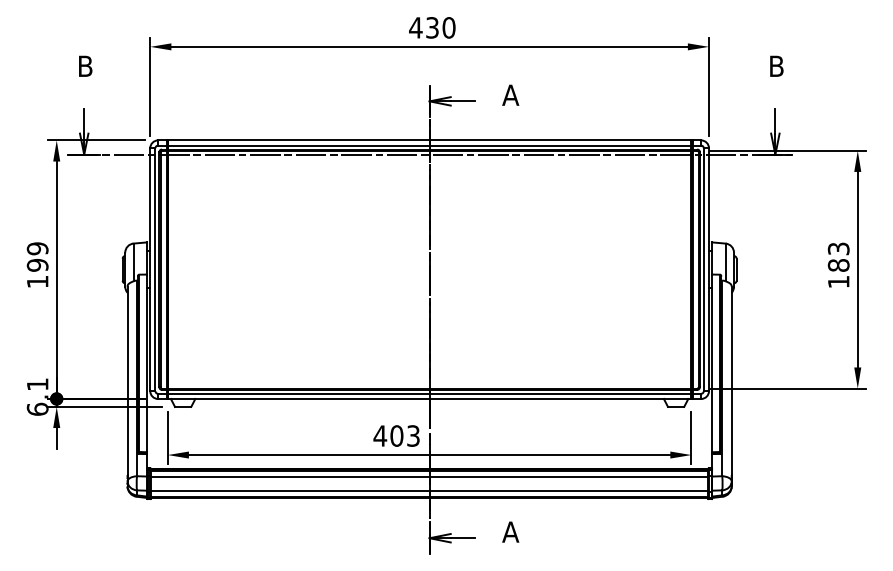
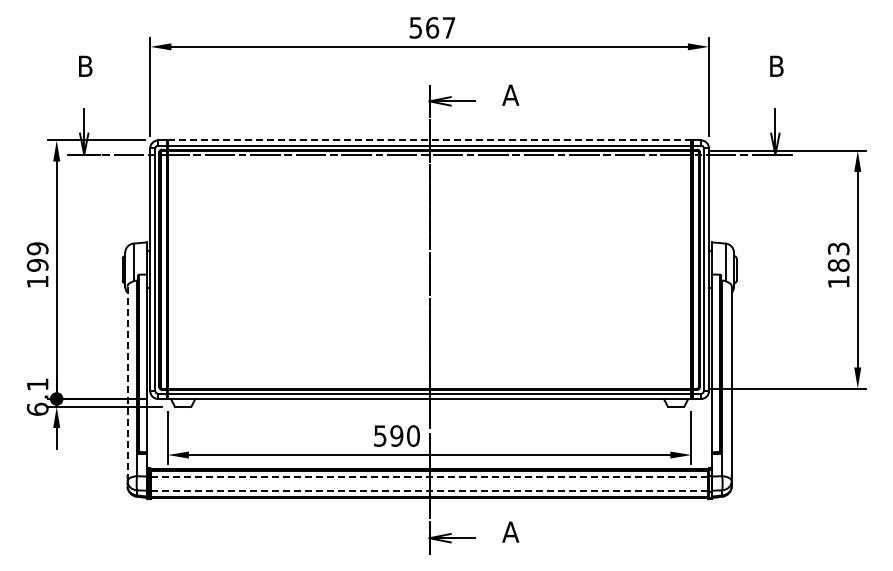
text at (432, 27): 430 -> 567
line at (429, 140): solid -> dashed
line at (127, 381): solid -> dashed
text at (396, 435): 403 -> 590
line at (429, 476): solid -> dashed
line at (429, 490): solid -> dashed
